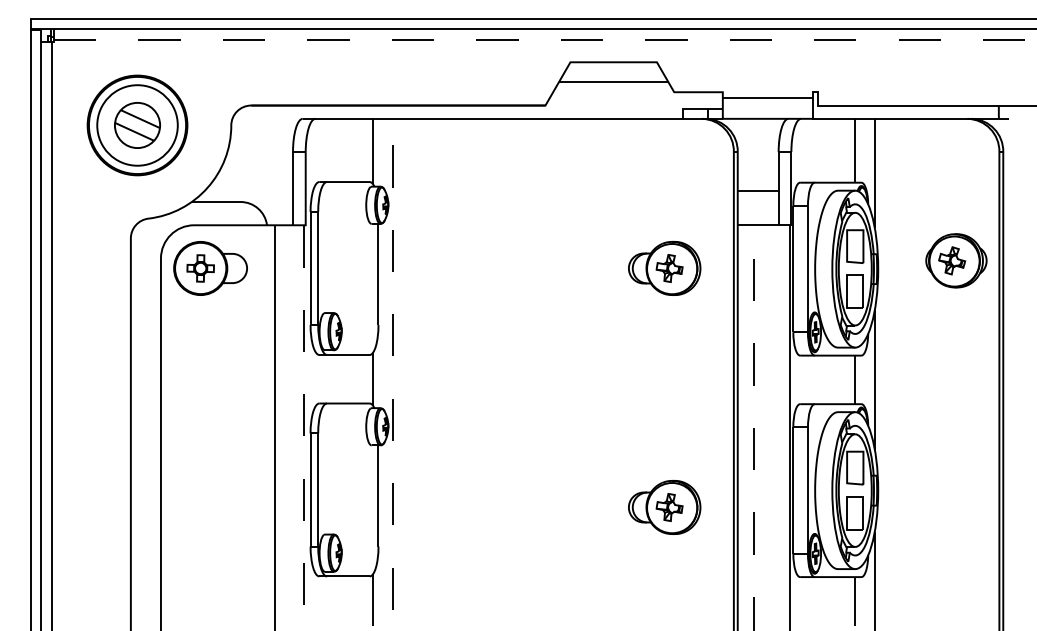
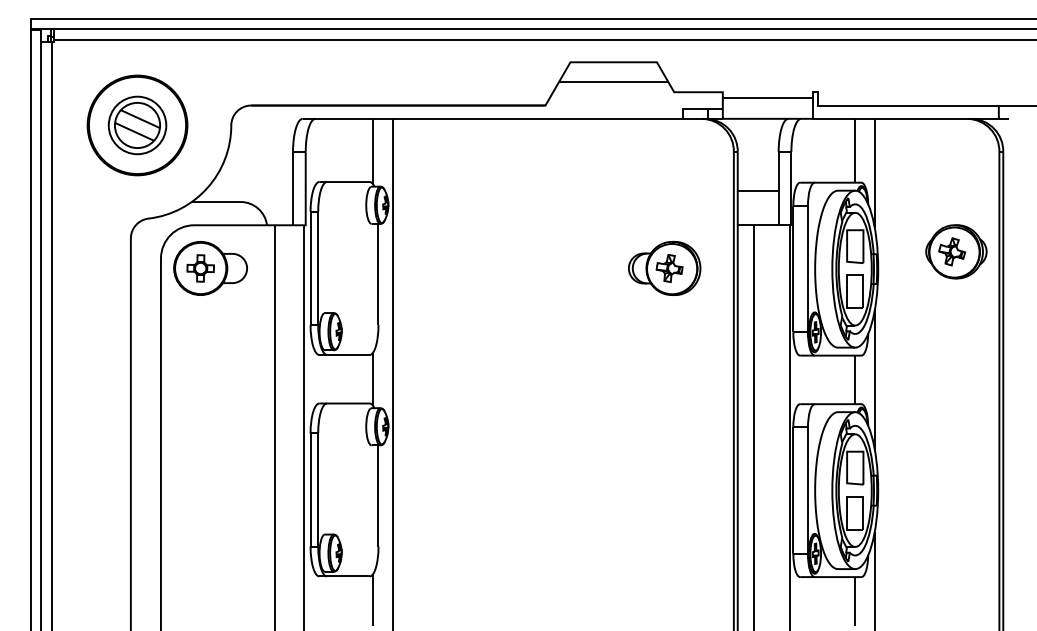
line at (545, 40): dashed -> solid
circle at (137, 125) diameter: 81 px -> 58 px
part at (956, 260) position: (956, 260) -> (956, 251)
line at (393, 374): dashed -> solid
line at (753, 427): dashed -> solid
line at (303, 428): dashed -> solid
part at (664, 506): present -> none
